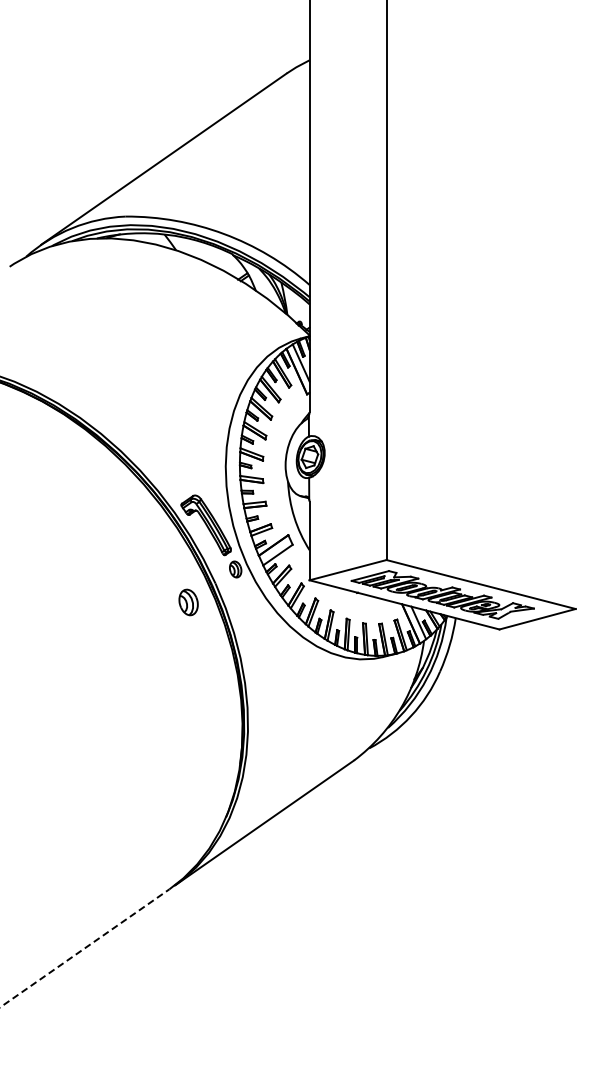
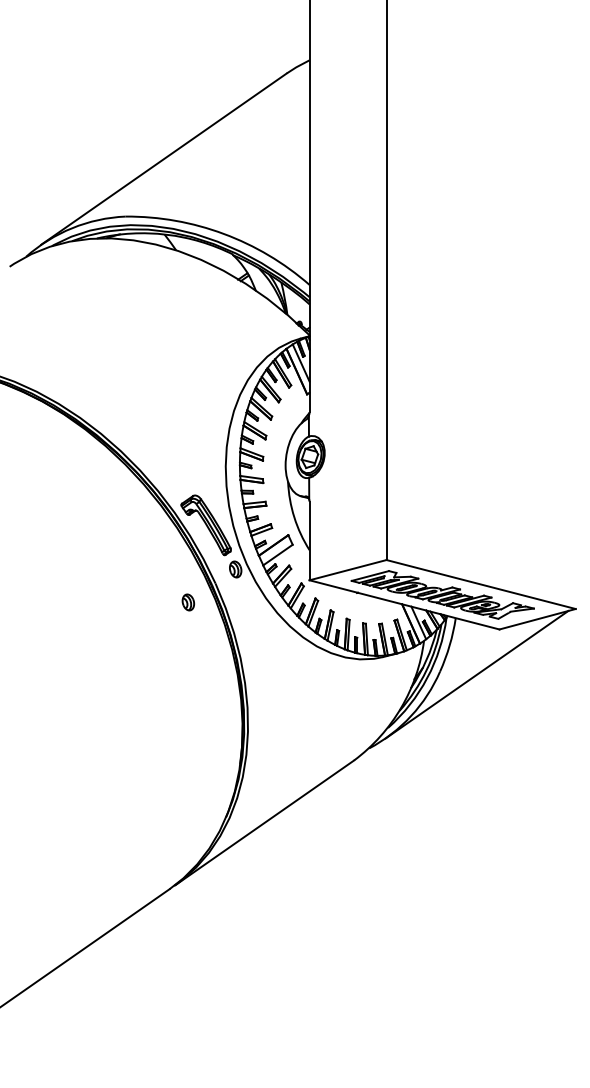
part at (188, 602) size: 21x29 px -> 14x19 px
line at (476, 674): none -> present
line at (85, 948): dashed -> solid
